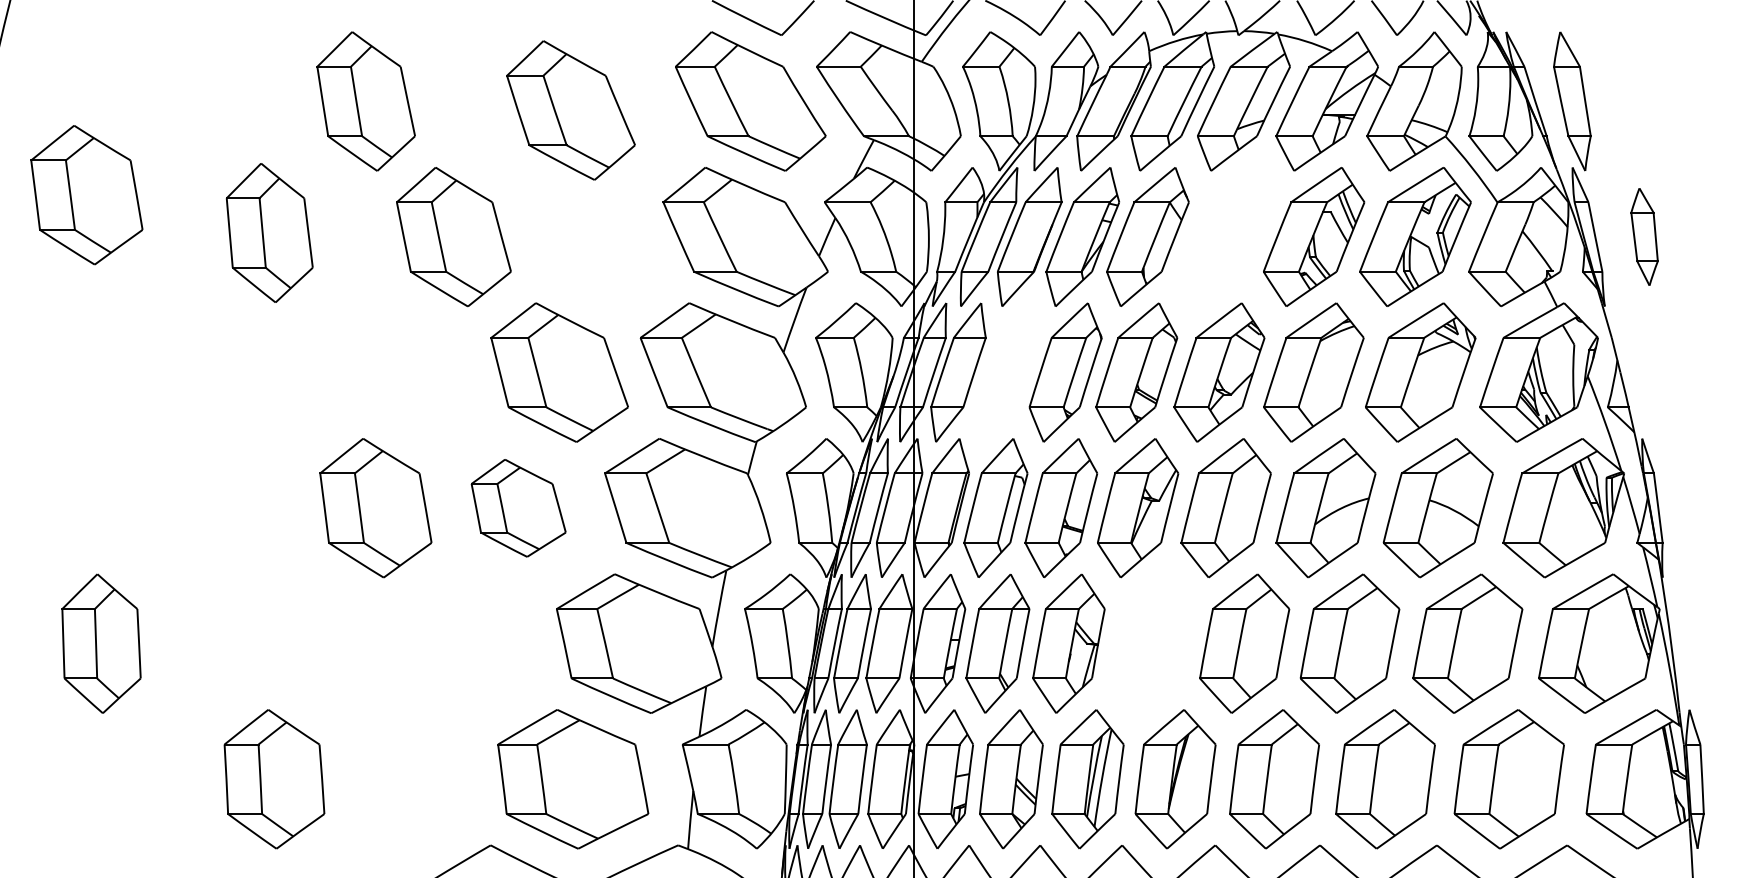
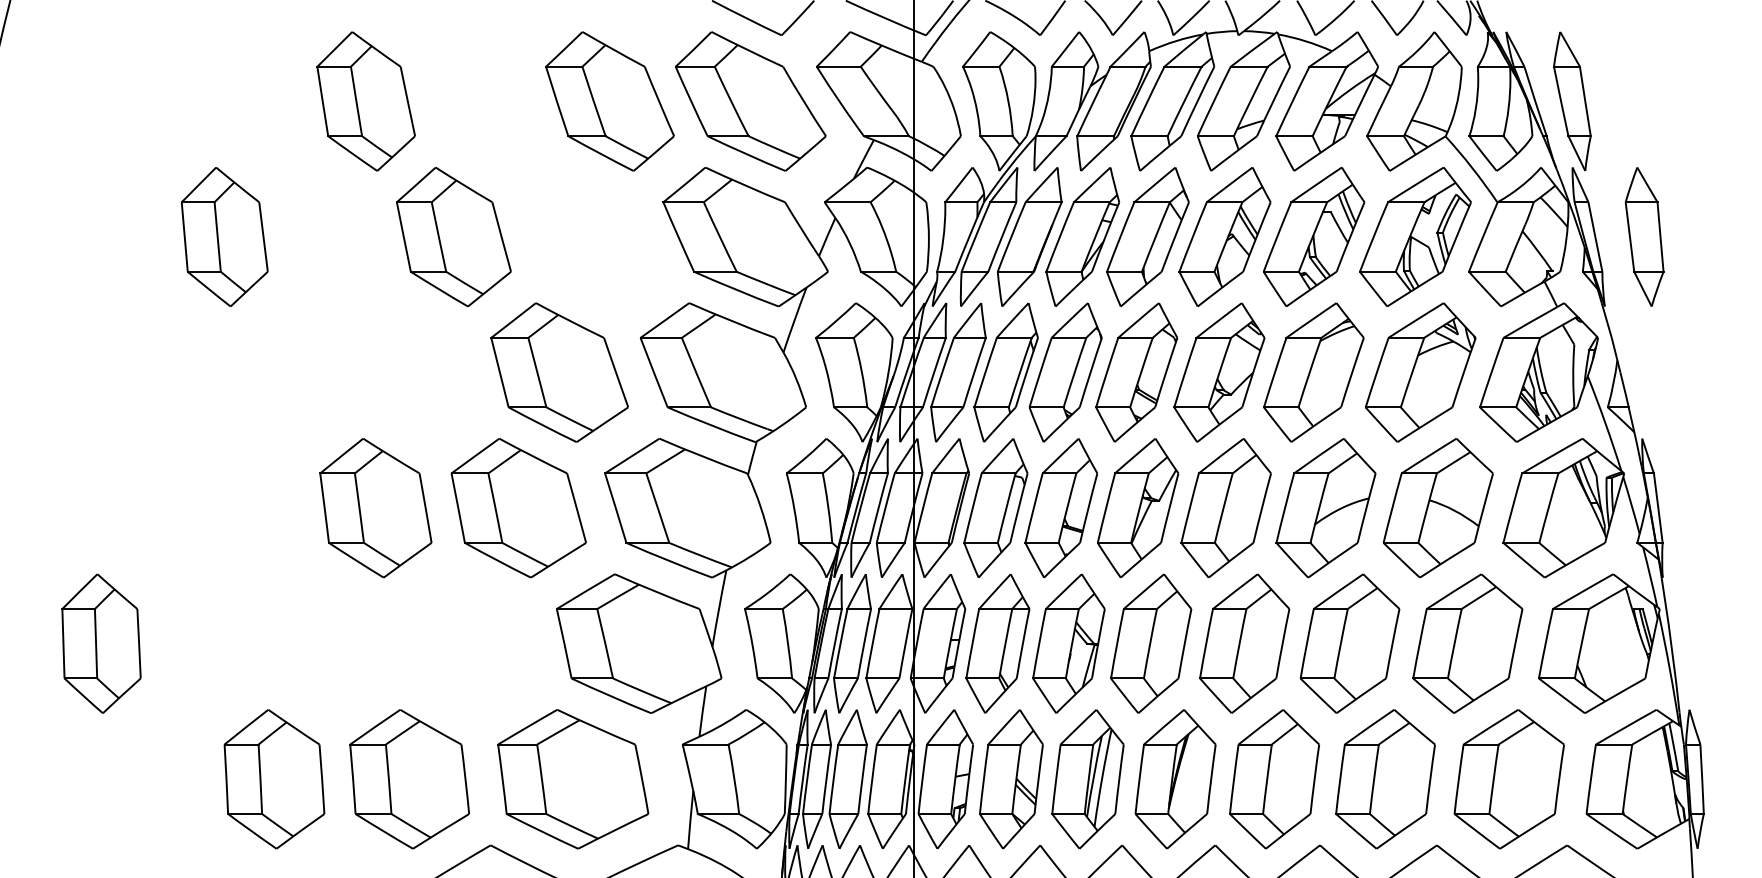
part at (570, 110) position: (570, 110) -> (609, 101)
part at (86, 195): present -> none
part at (269, 232) position: (269, 232) -> (224, 236)
part at (1224, 236): none -> present
part at (1644, 236) size: 29x98 px -> 41x140 px
part at (1005, 372): none -> present
part at (518, 508) size: 97x99 px -> 137x141 px
part at (1151, 643): none -> present
part at (409, 779): none -> present
